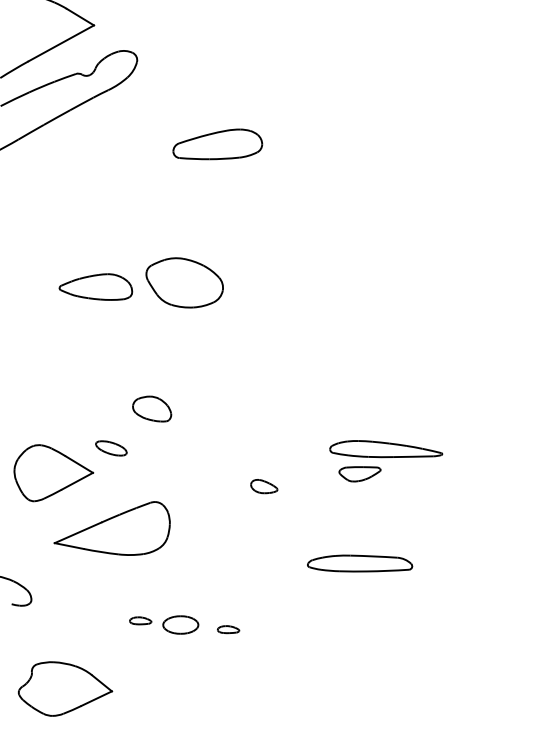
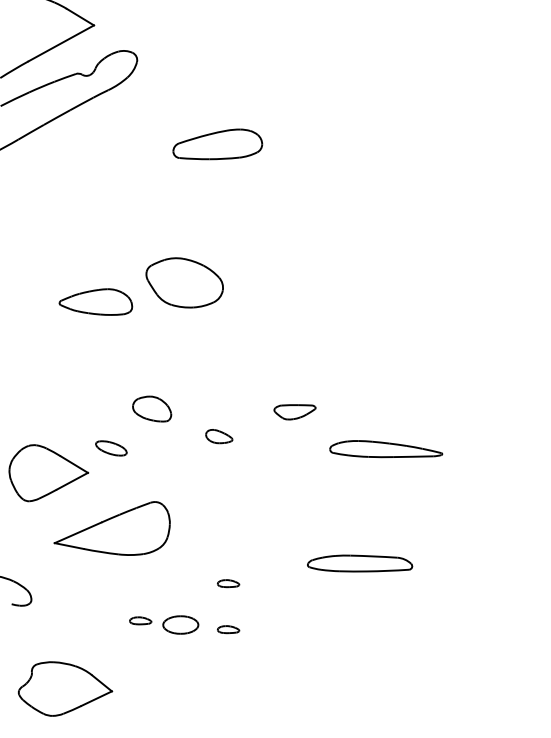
part at (95, 286) position: (95, 286) -> (95, 301)
part at (53, 473) position: (53, 473) -> (48, 473)
part at (359, 474) position: (359, 474) -> (294, 412)
part at (264, 486) position: (264, 486) -> (219, 436)
part at (228, 583): none -> present
